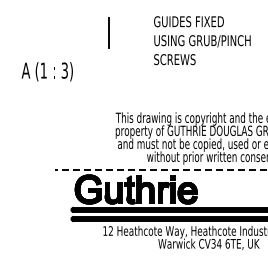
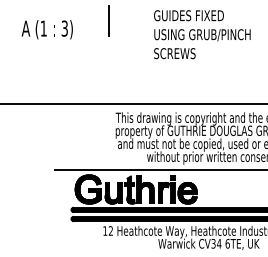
line at (108, 32) position: (108, 32) -> (108, 20)
text at (202, 40) position: (202, 40) -> (202, 34)
text at (46, 71) position: (46, 71) -> (46, 29)
line at (133, 104): none -> present
line at (161, 169): dashed -> solid
